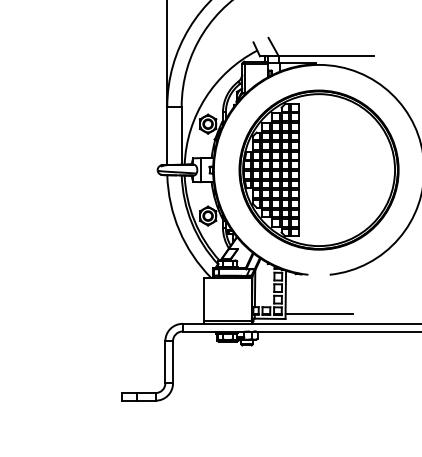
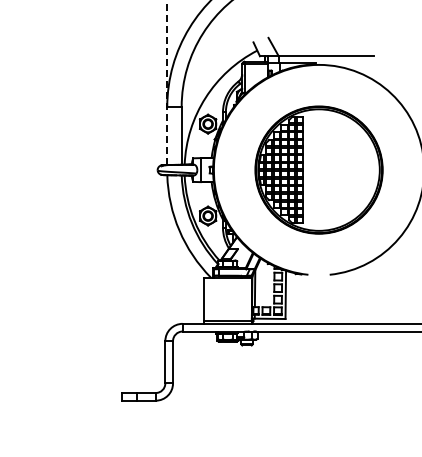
line at (167, 82): solid -> dashed
part at (318, 169) size: 162x162 px -> 130x130 px
line at (318, 314): present -> none
